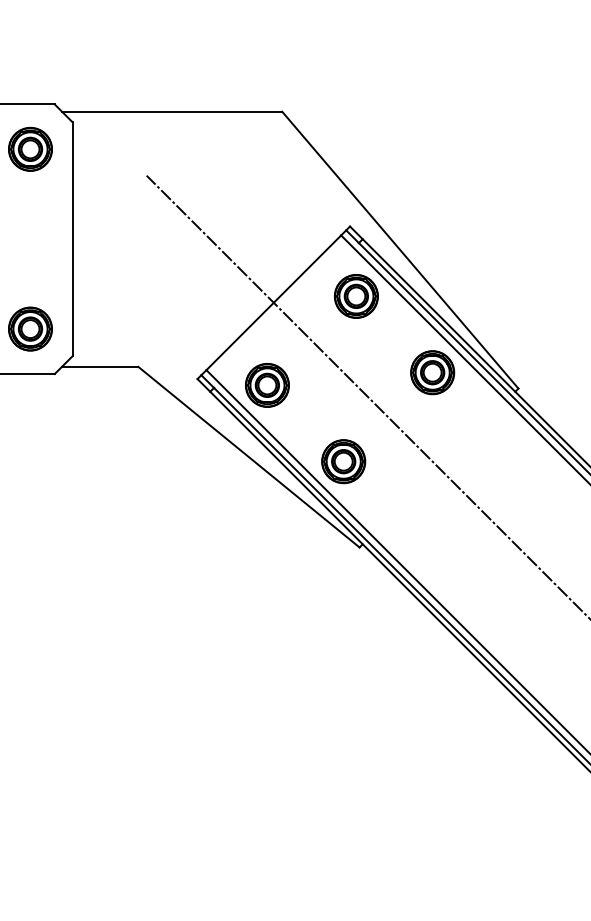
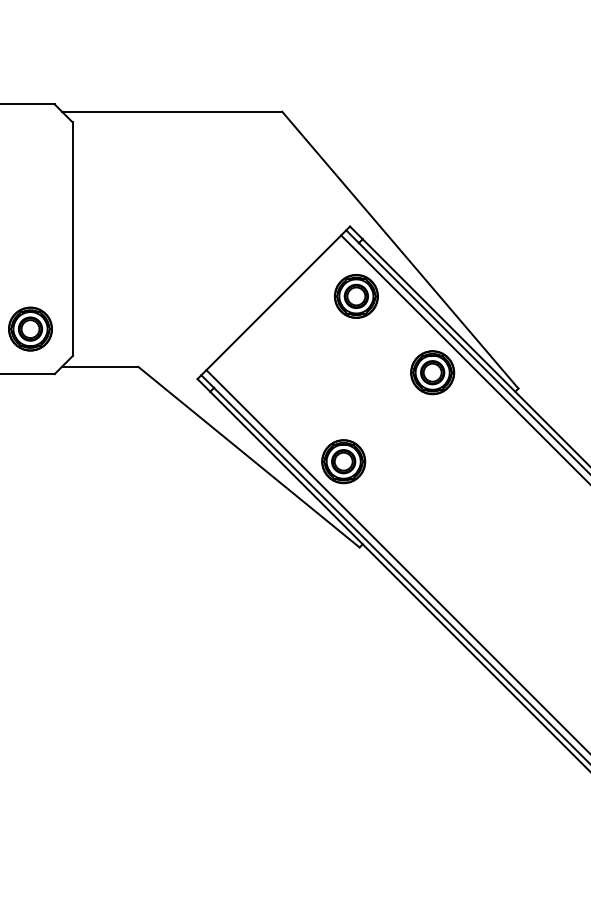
part at (30, 148): present -> none
part at (267, 385): present -> none
line at (366, 395): present -> none
